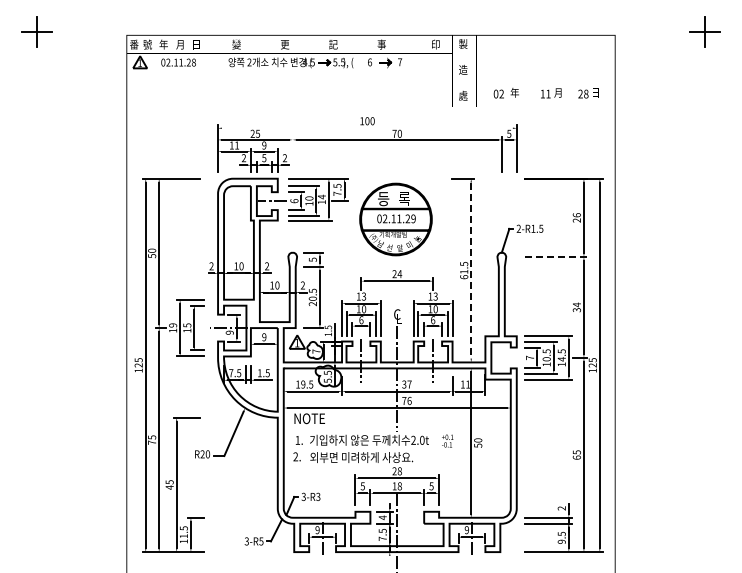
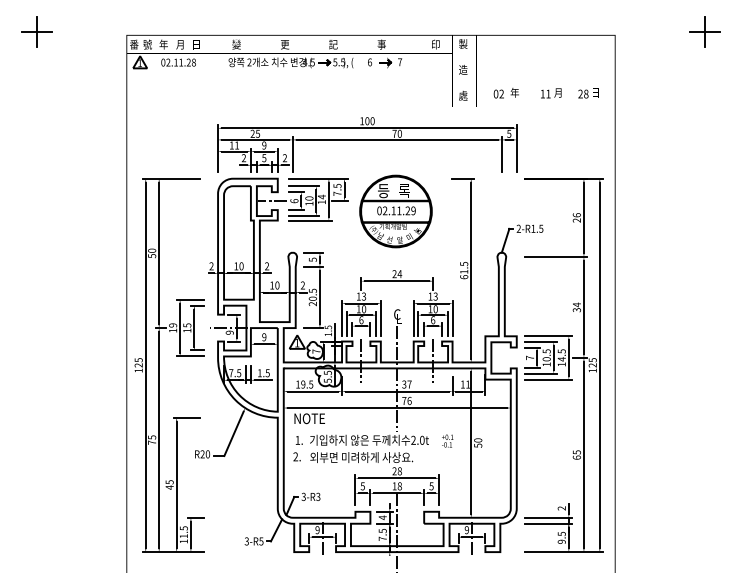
line at (366, 128): none -> present
line at (292, 153): none -> present
part at (395, 219) position: (395, 219) -> (395, 211)
line at (556, 257): dashed -> solid
line at (471, 270): dashed -> solid
